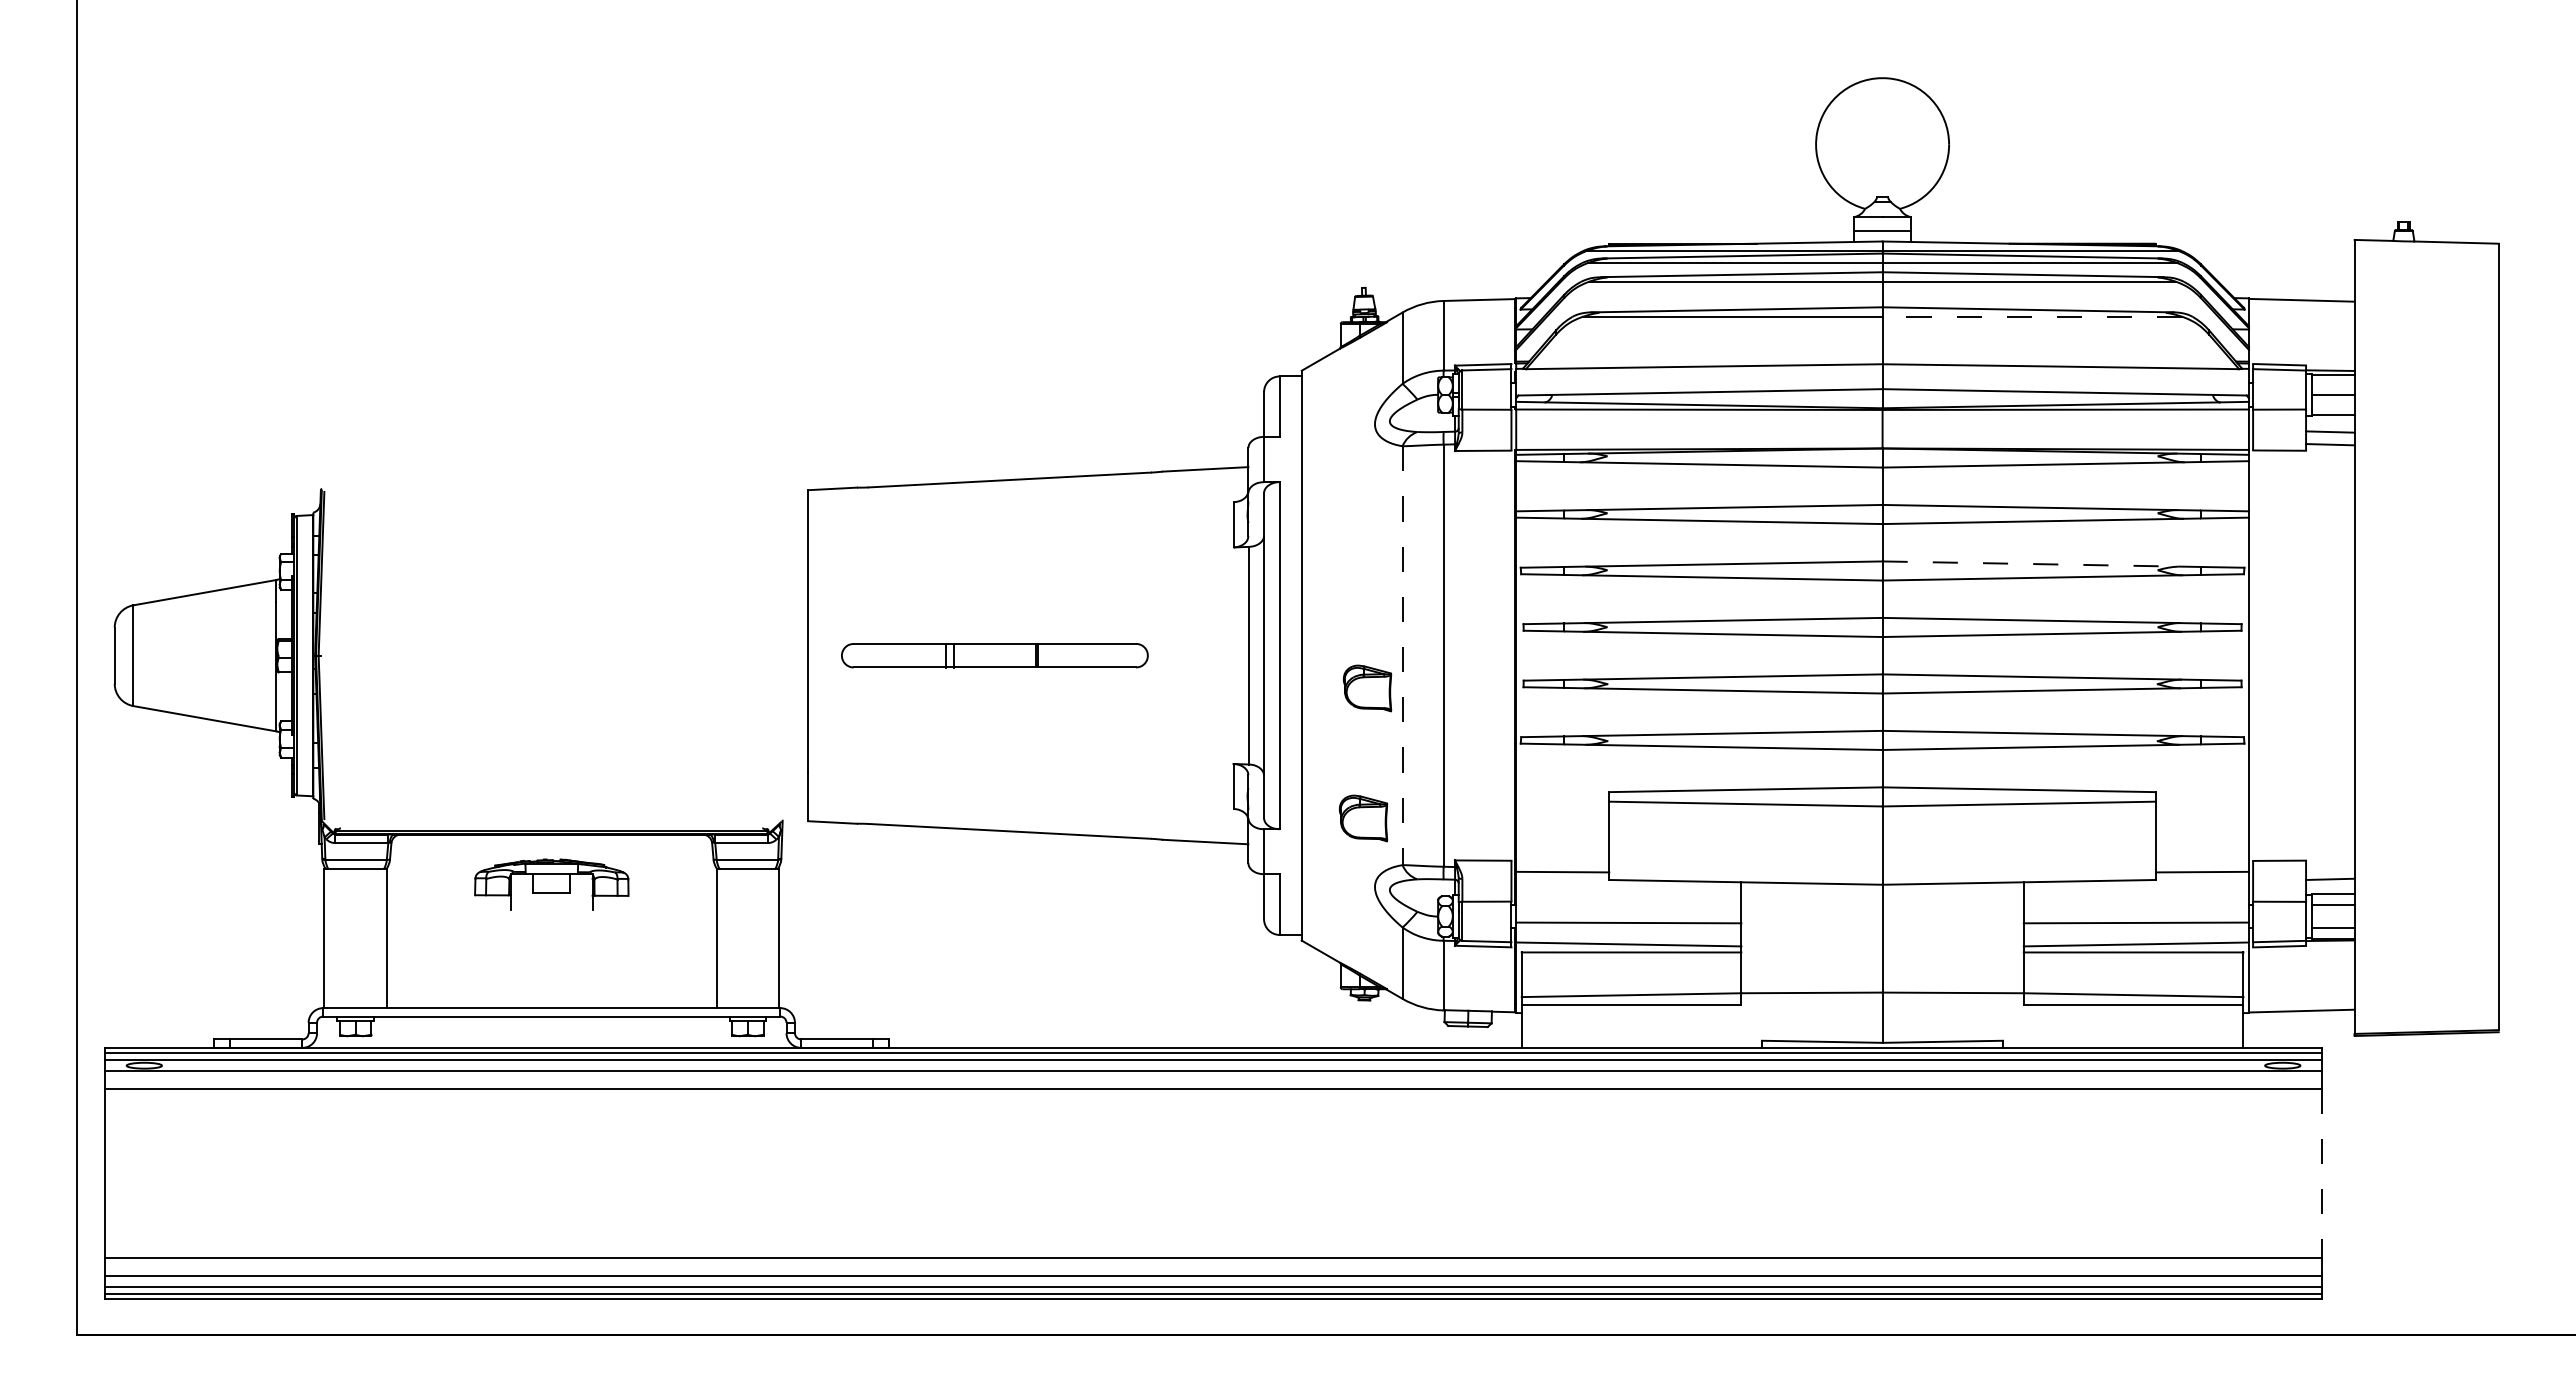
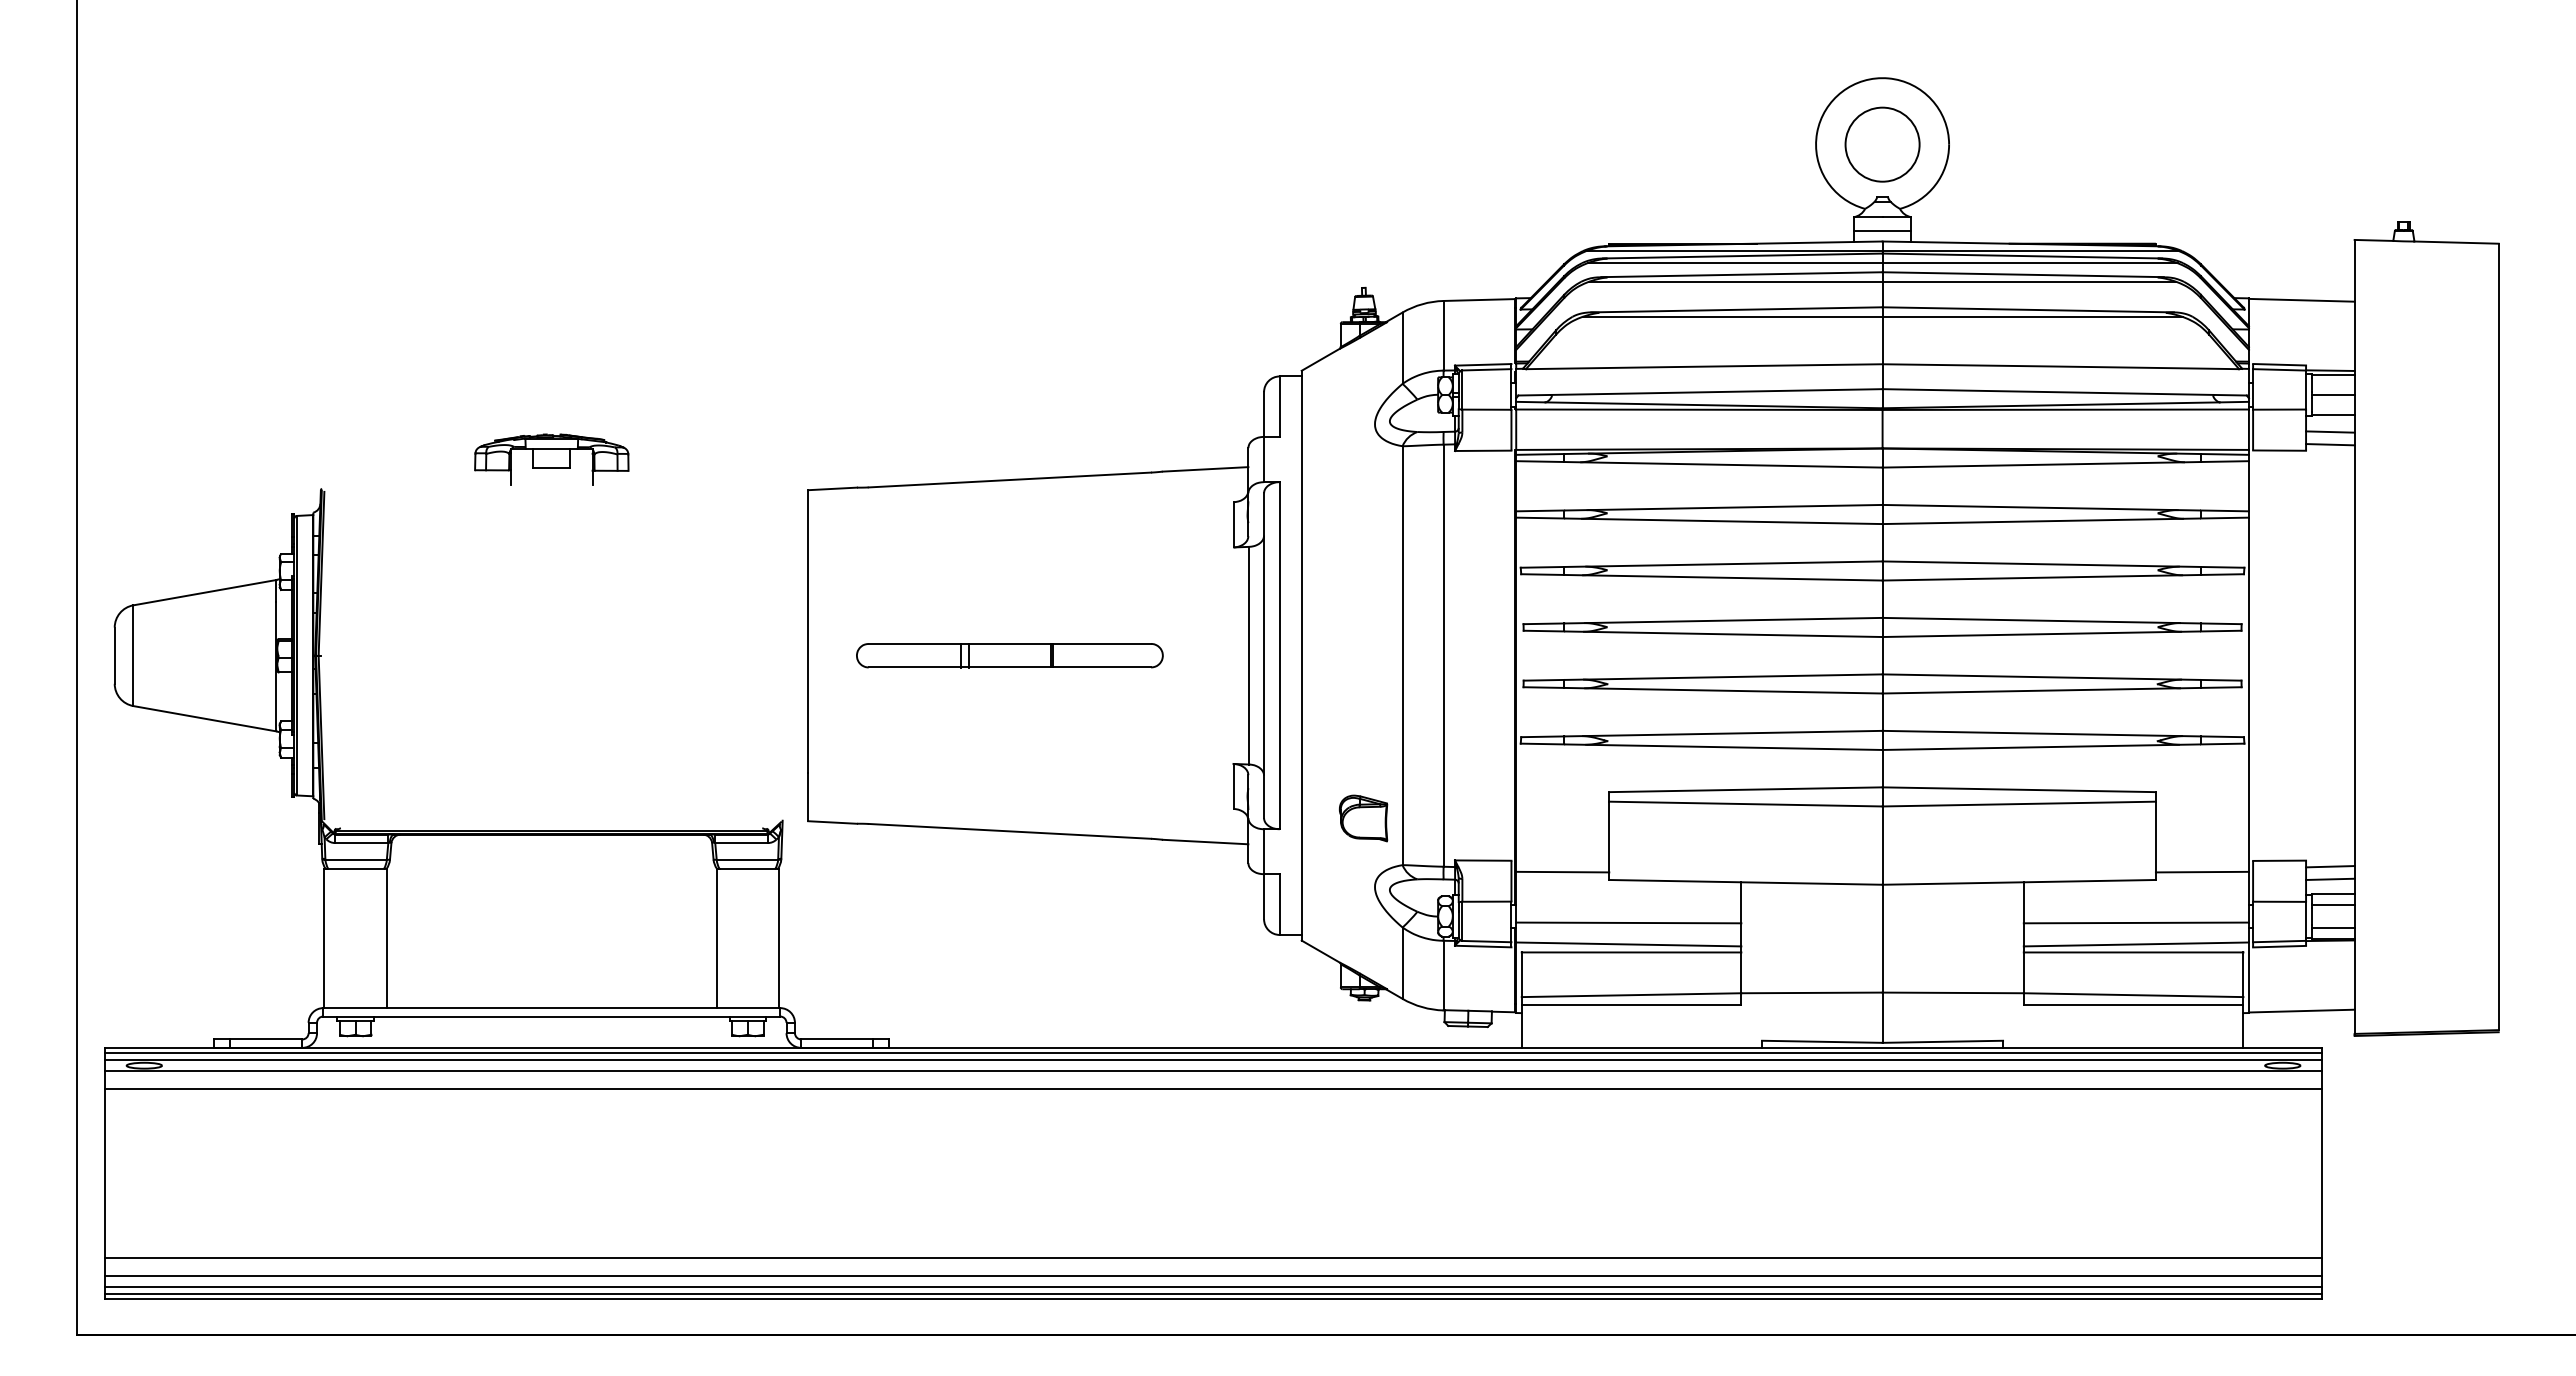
circle at (1882, 144): none -> present
line at (2032, 316): dashed -> solid
line at (2031, 564): dashed -> solid
part at (994, 655) position: (994, 655) -> (1009, 655)
line at (1402, 656): dashed -> solid
part at (1367, 688): present -> none
line at (2330, 866): none -> present
part at (551, 884) position: (551, 884) -> (551, 459)
line at (2322, 1173): dashed -> solid
